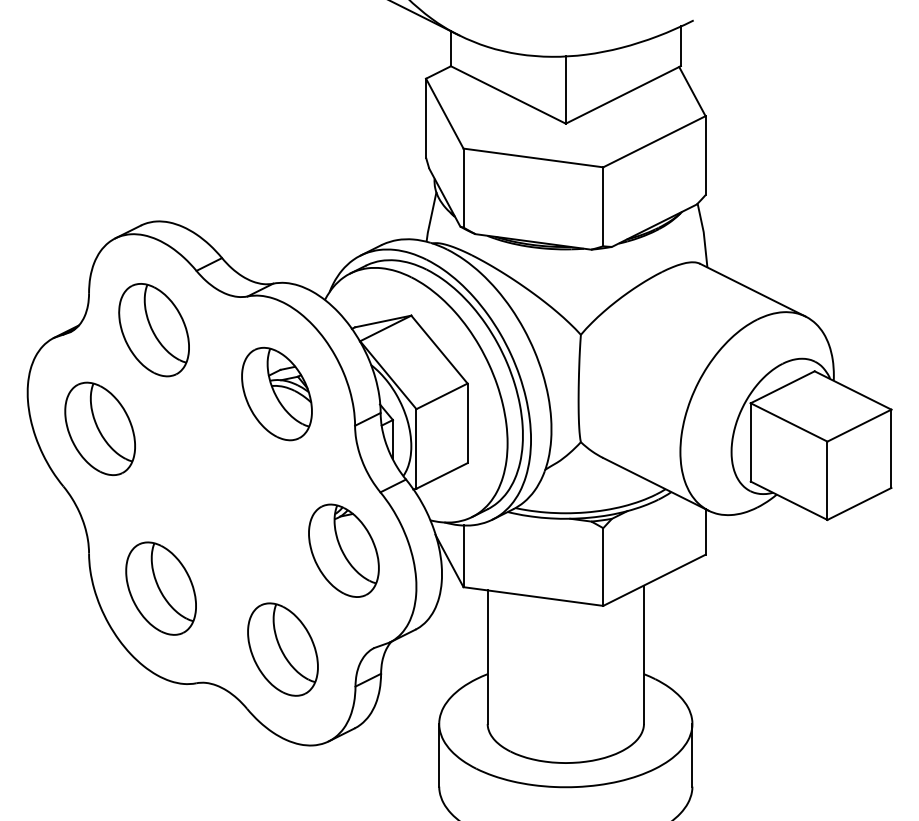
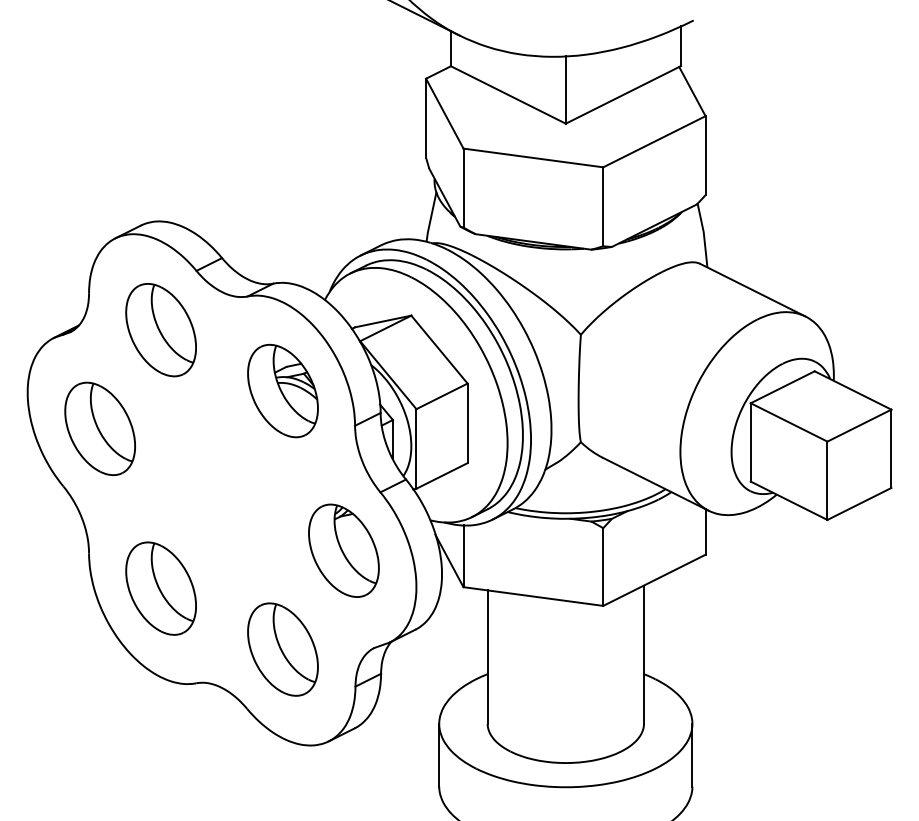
part at (153, 330) position: (153, 330) -> (160, 330)
part at (276, 393) position: (276, 393) -> (282, 390)
